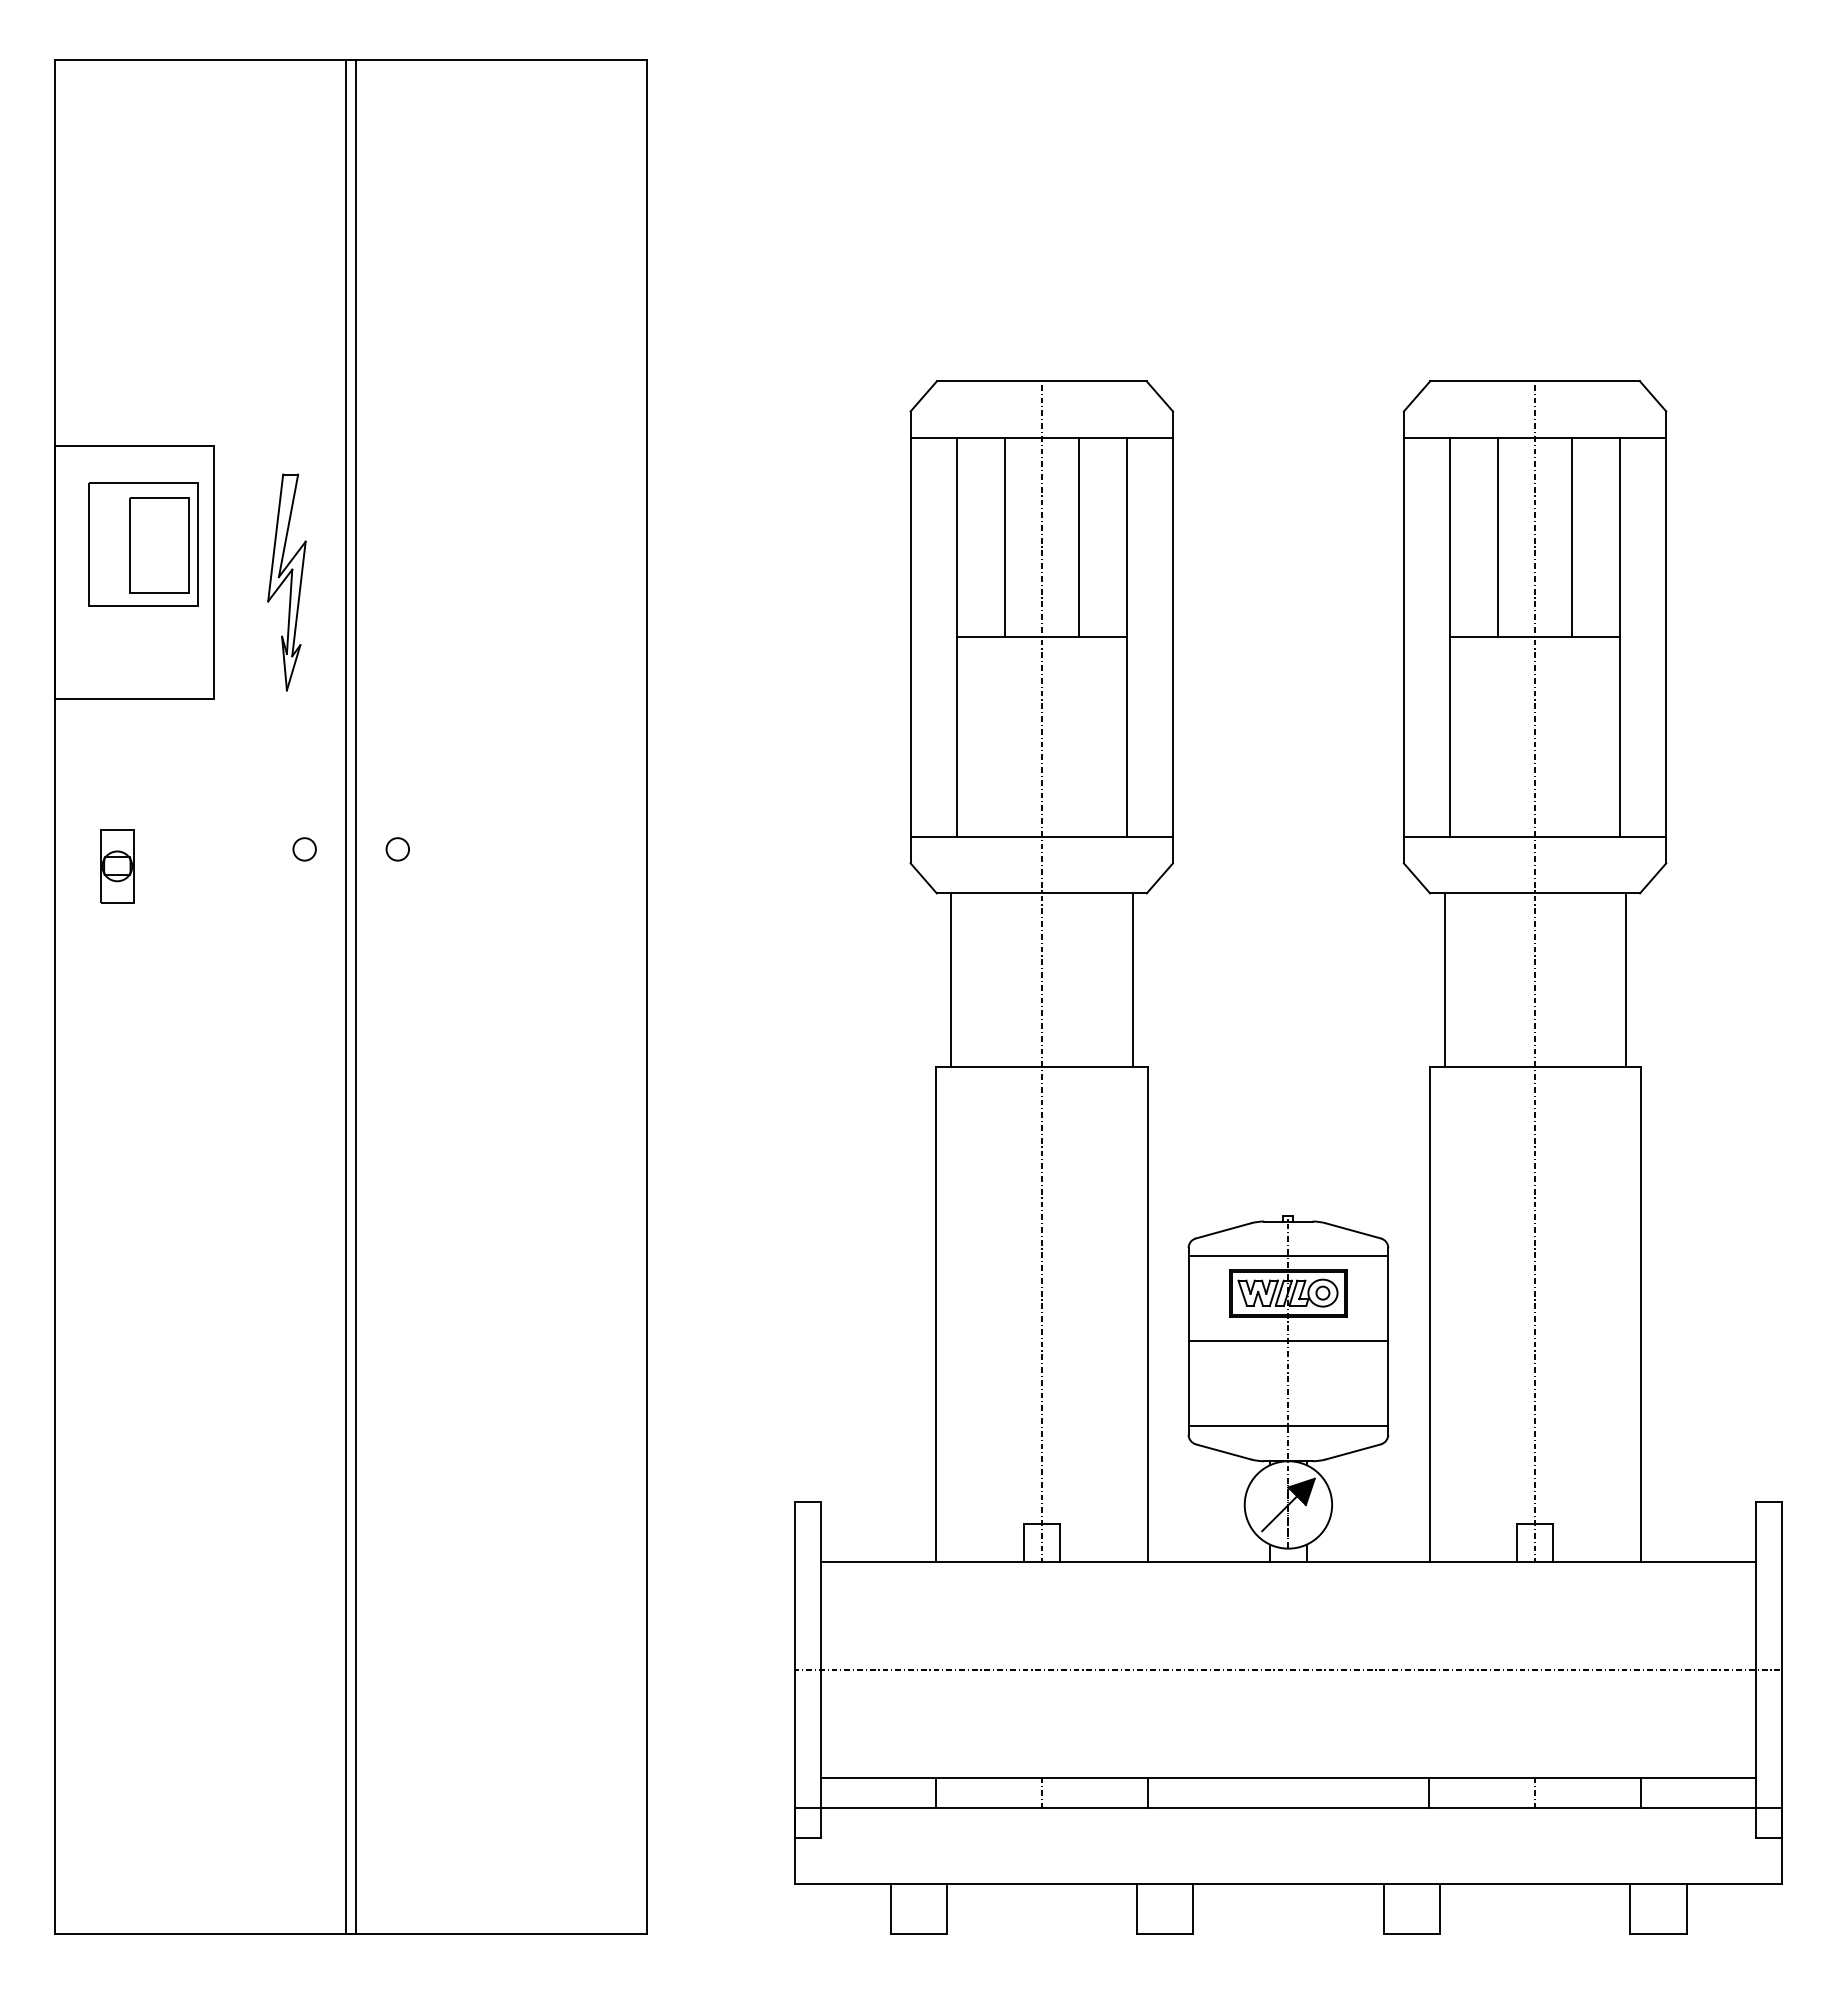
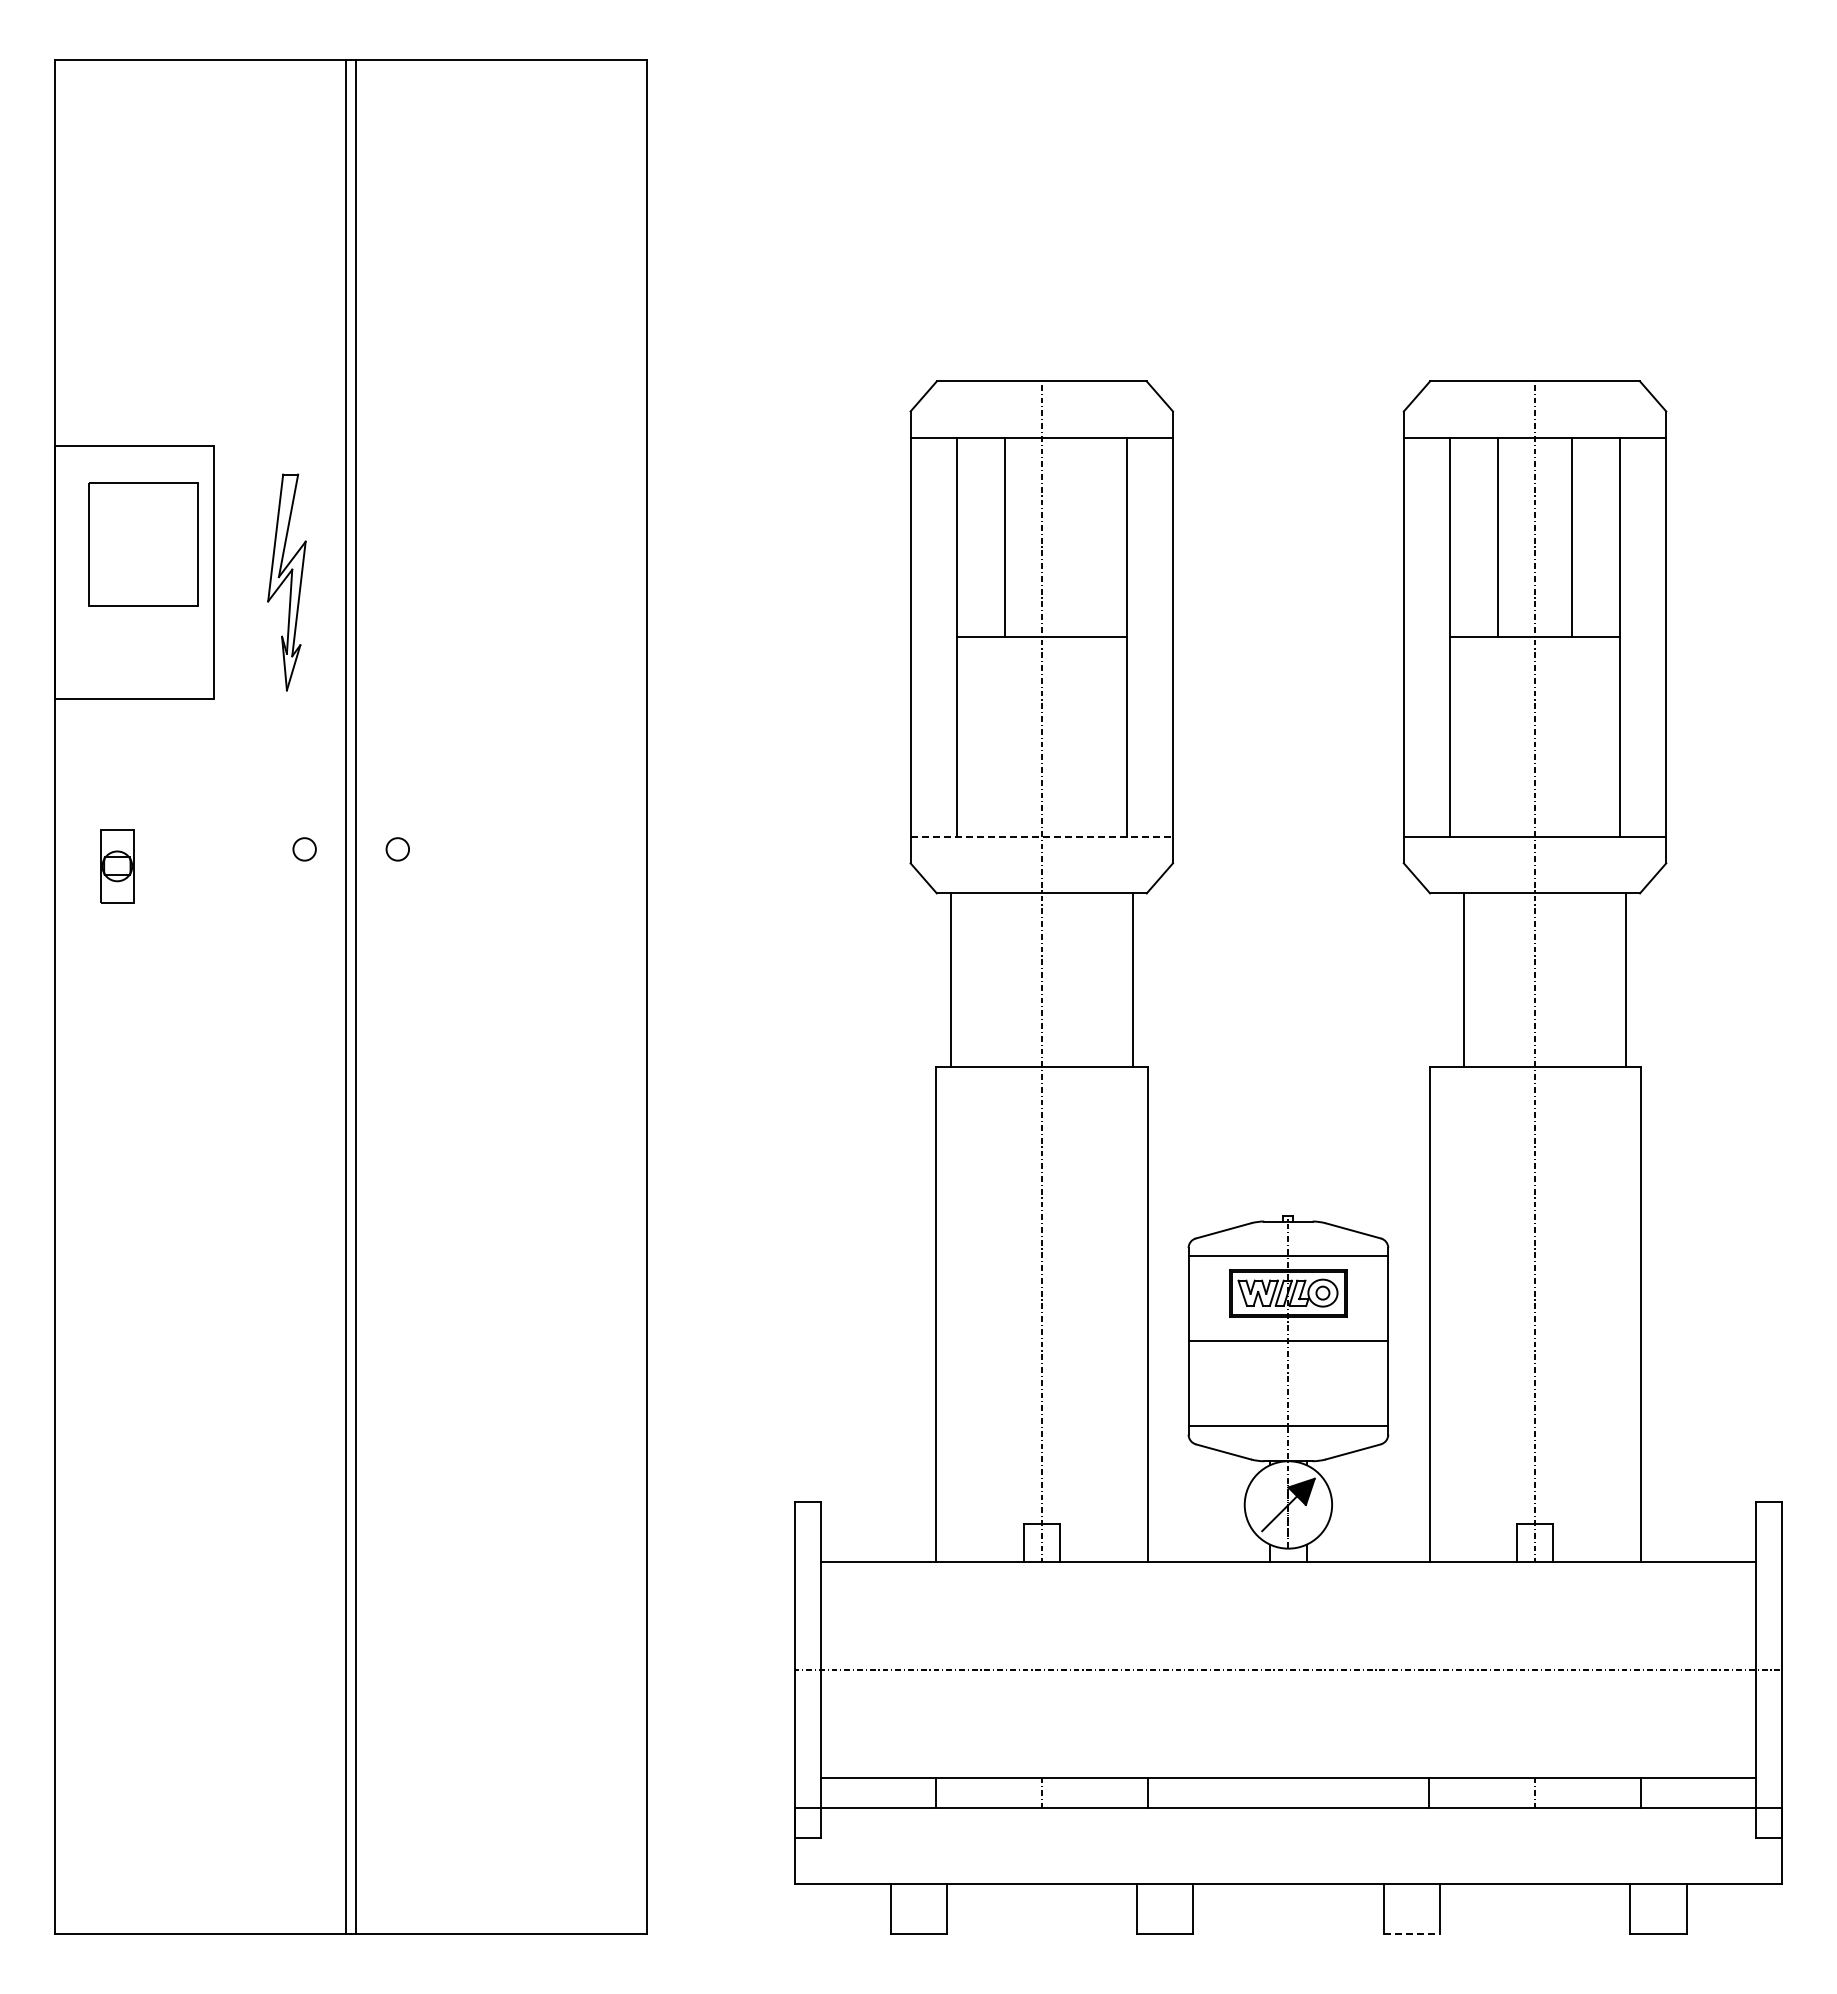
line at (1079, 537): present -> none
part at (159, 545): present -> none
line at (1042, 837): solid -> dashed
line at (1444, 980) position: (1444, 980) -> (1463, 980)
line at (1412, 1934): solid -> dashed
